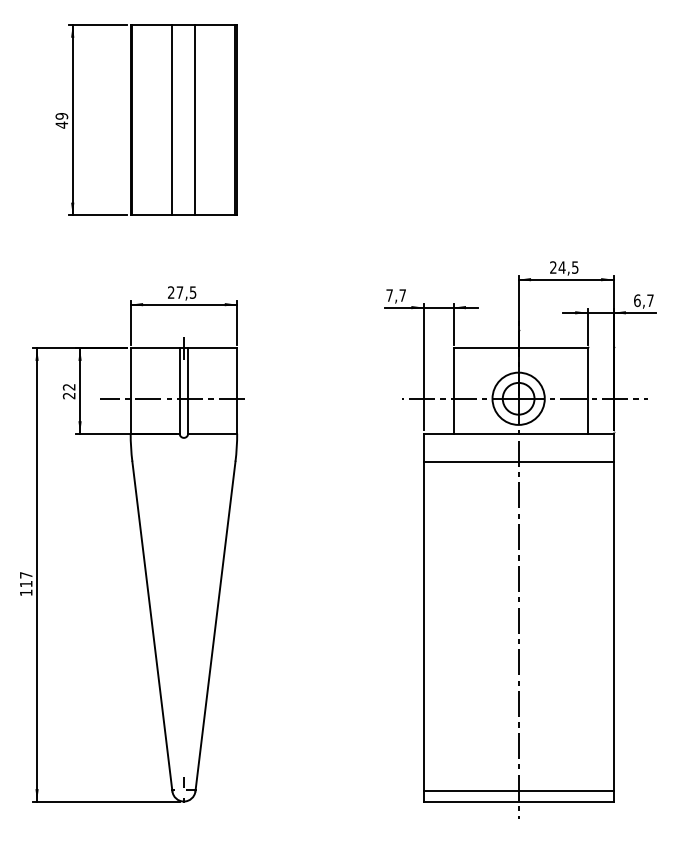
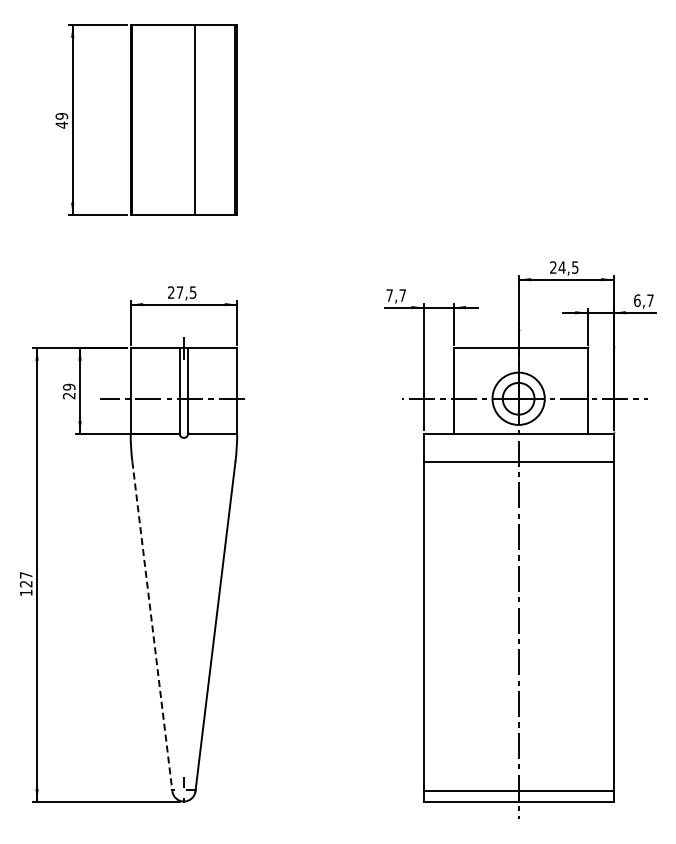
line at (172, 120): present -> none
text at (69, 386): 22 -> 29
text at (25, 584): 117 -> 127
line at (152, 626): solid -> dashed
